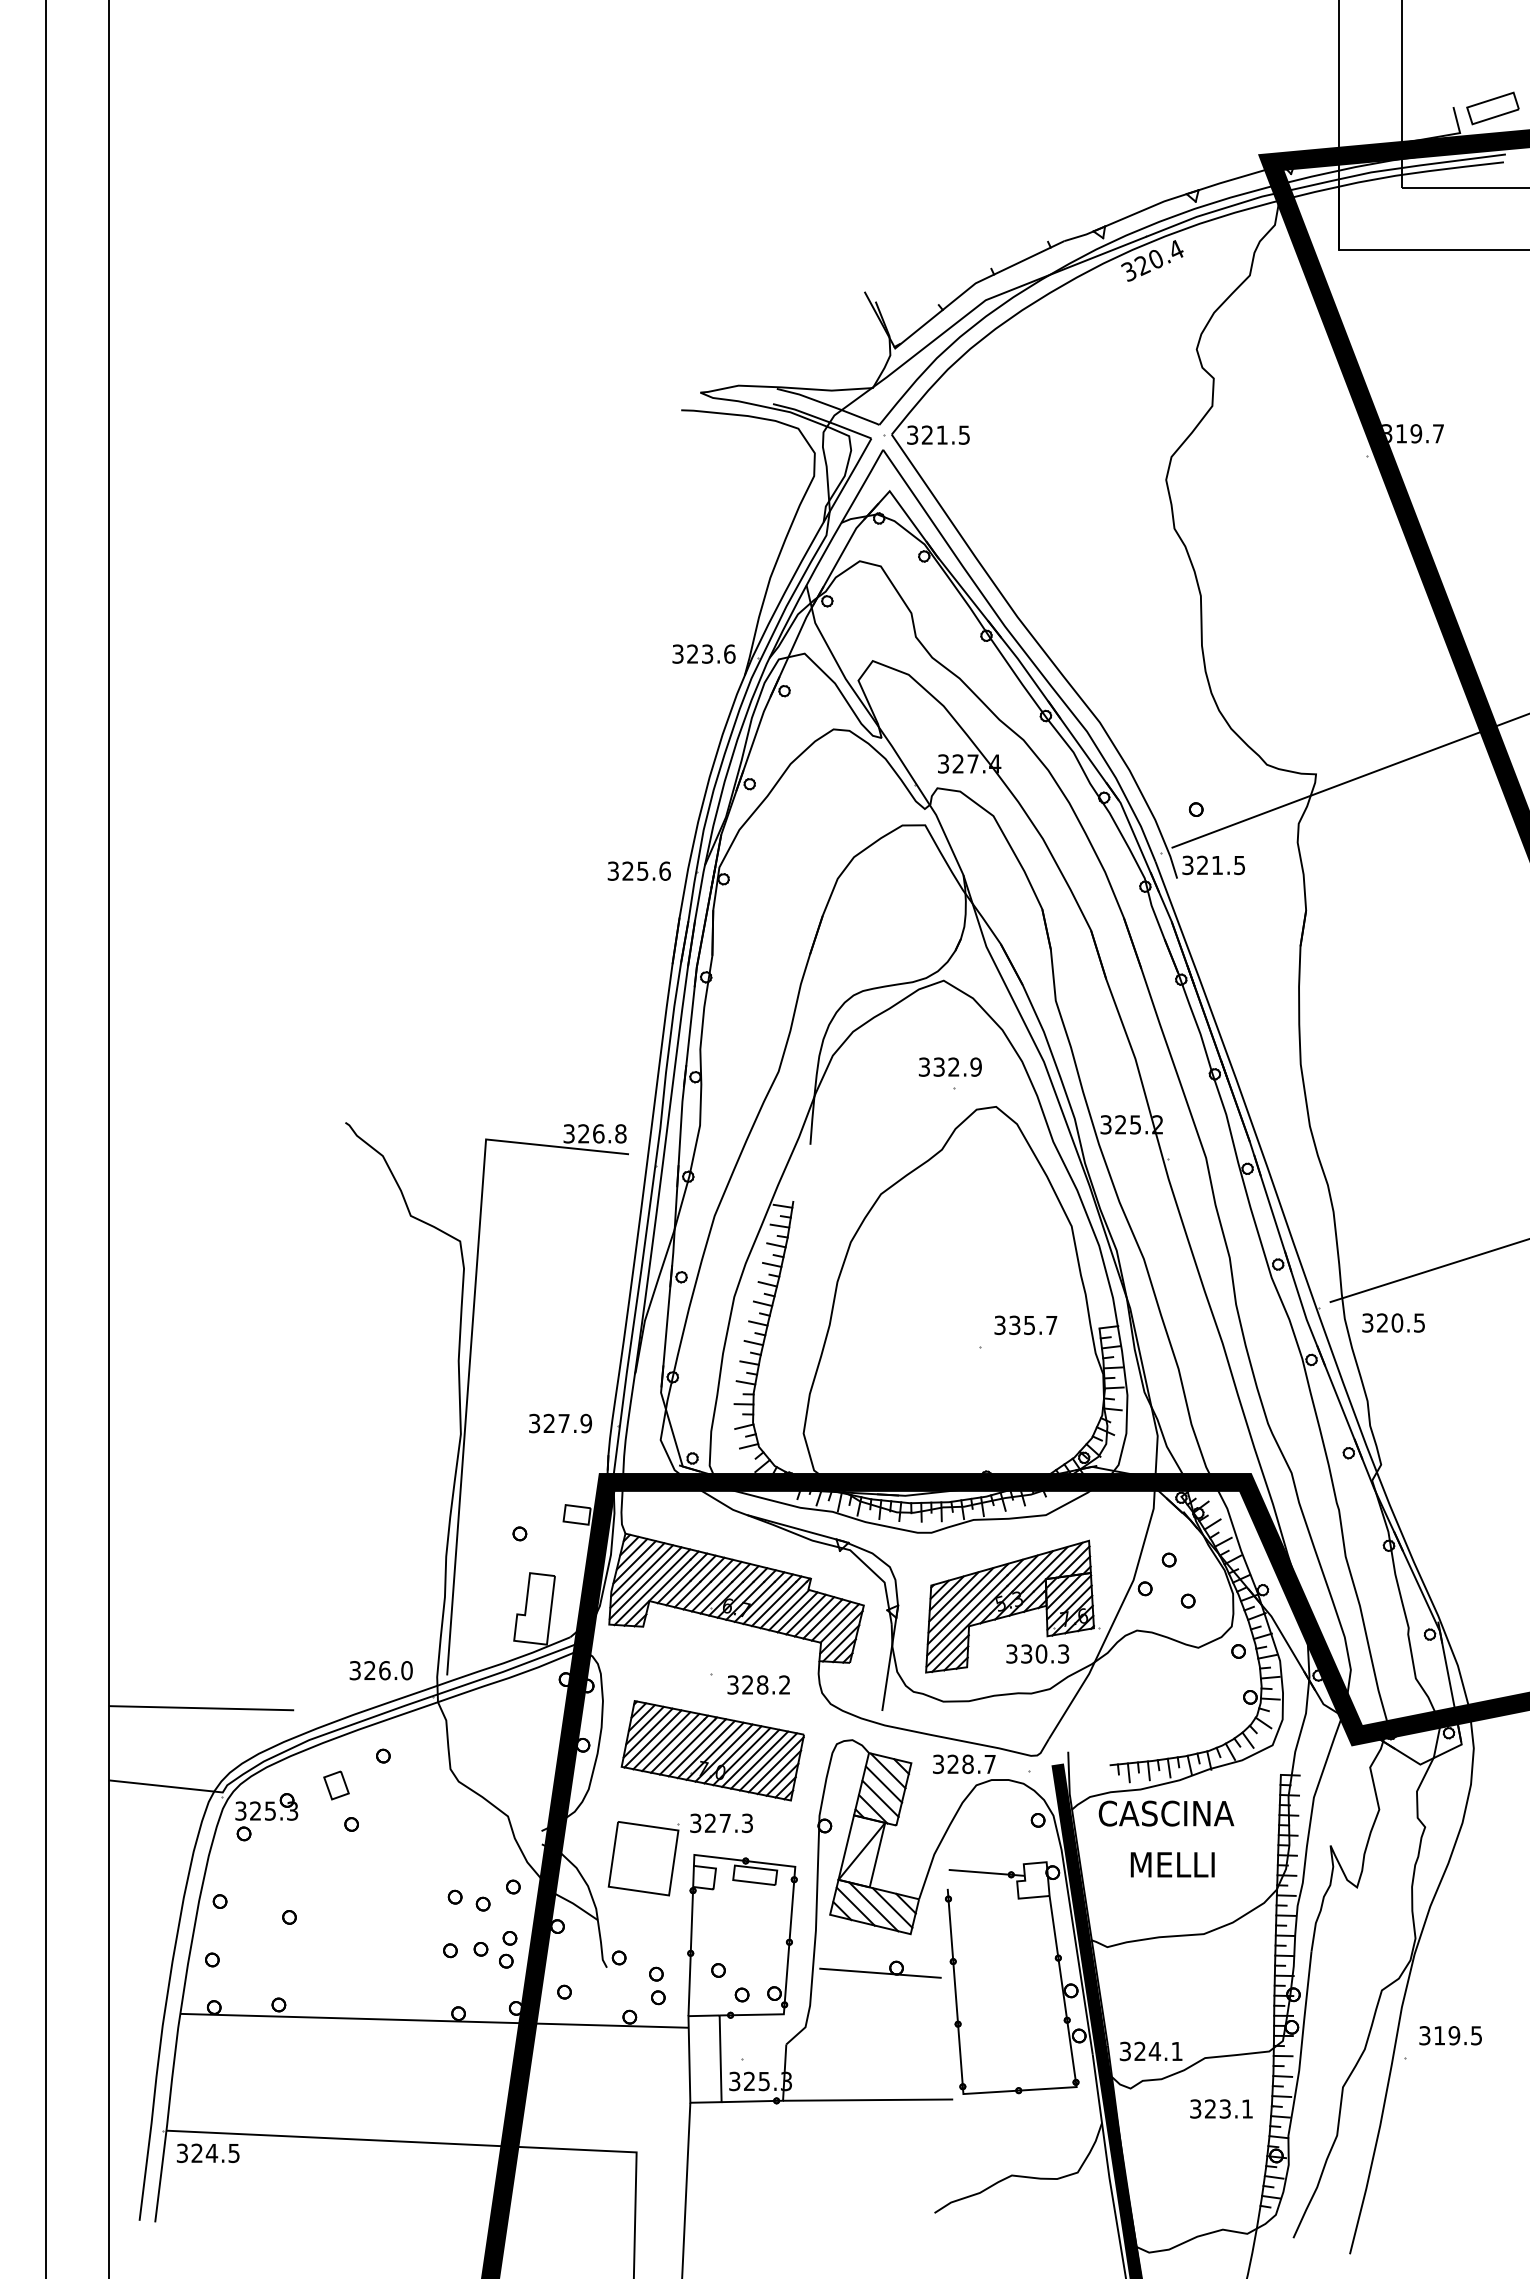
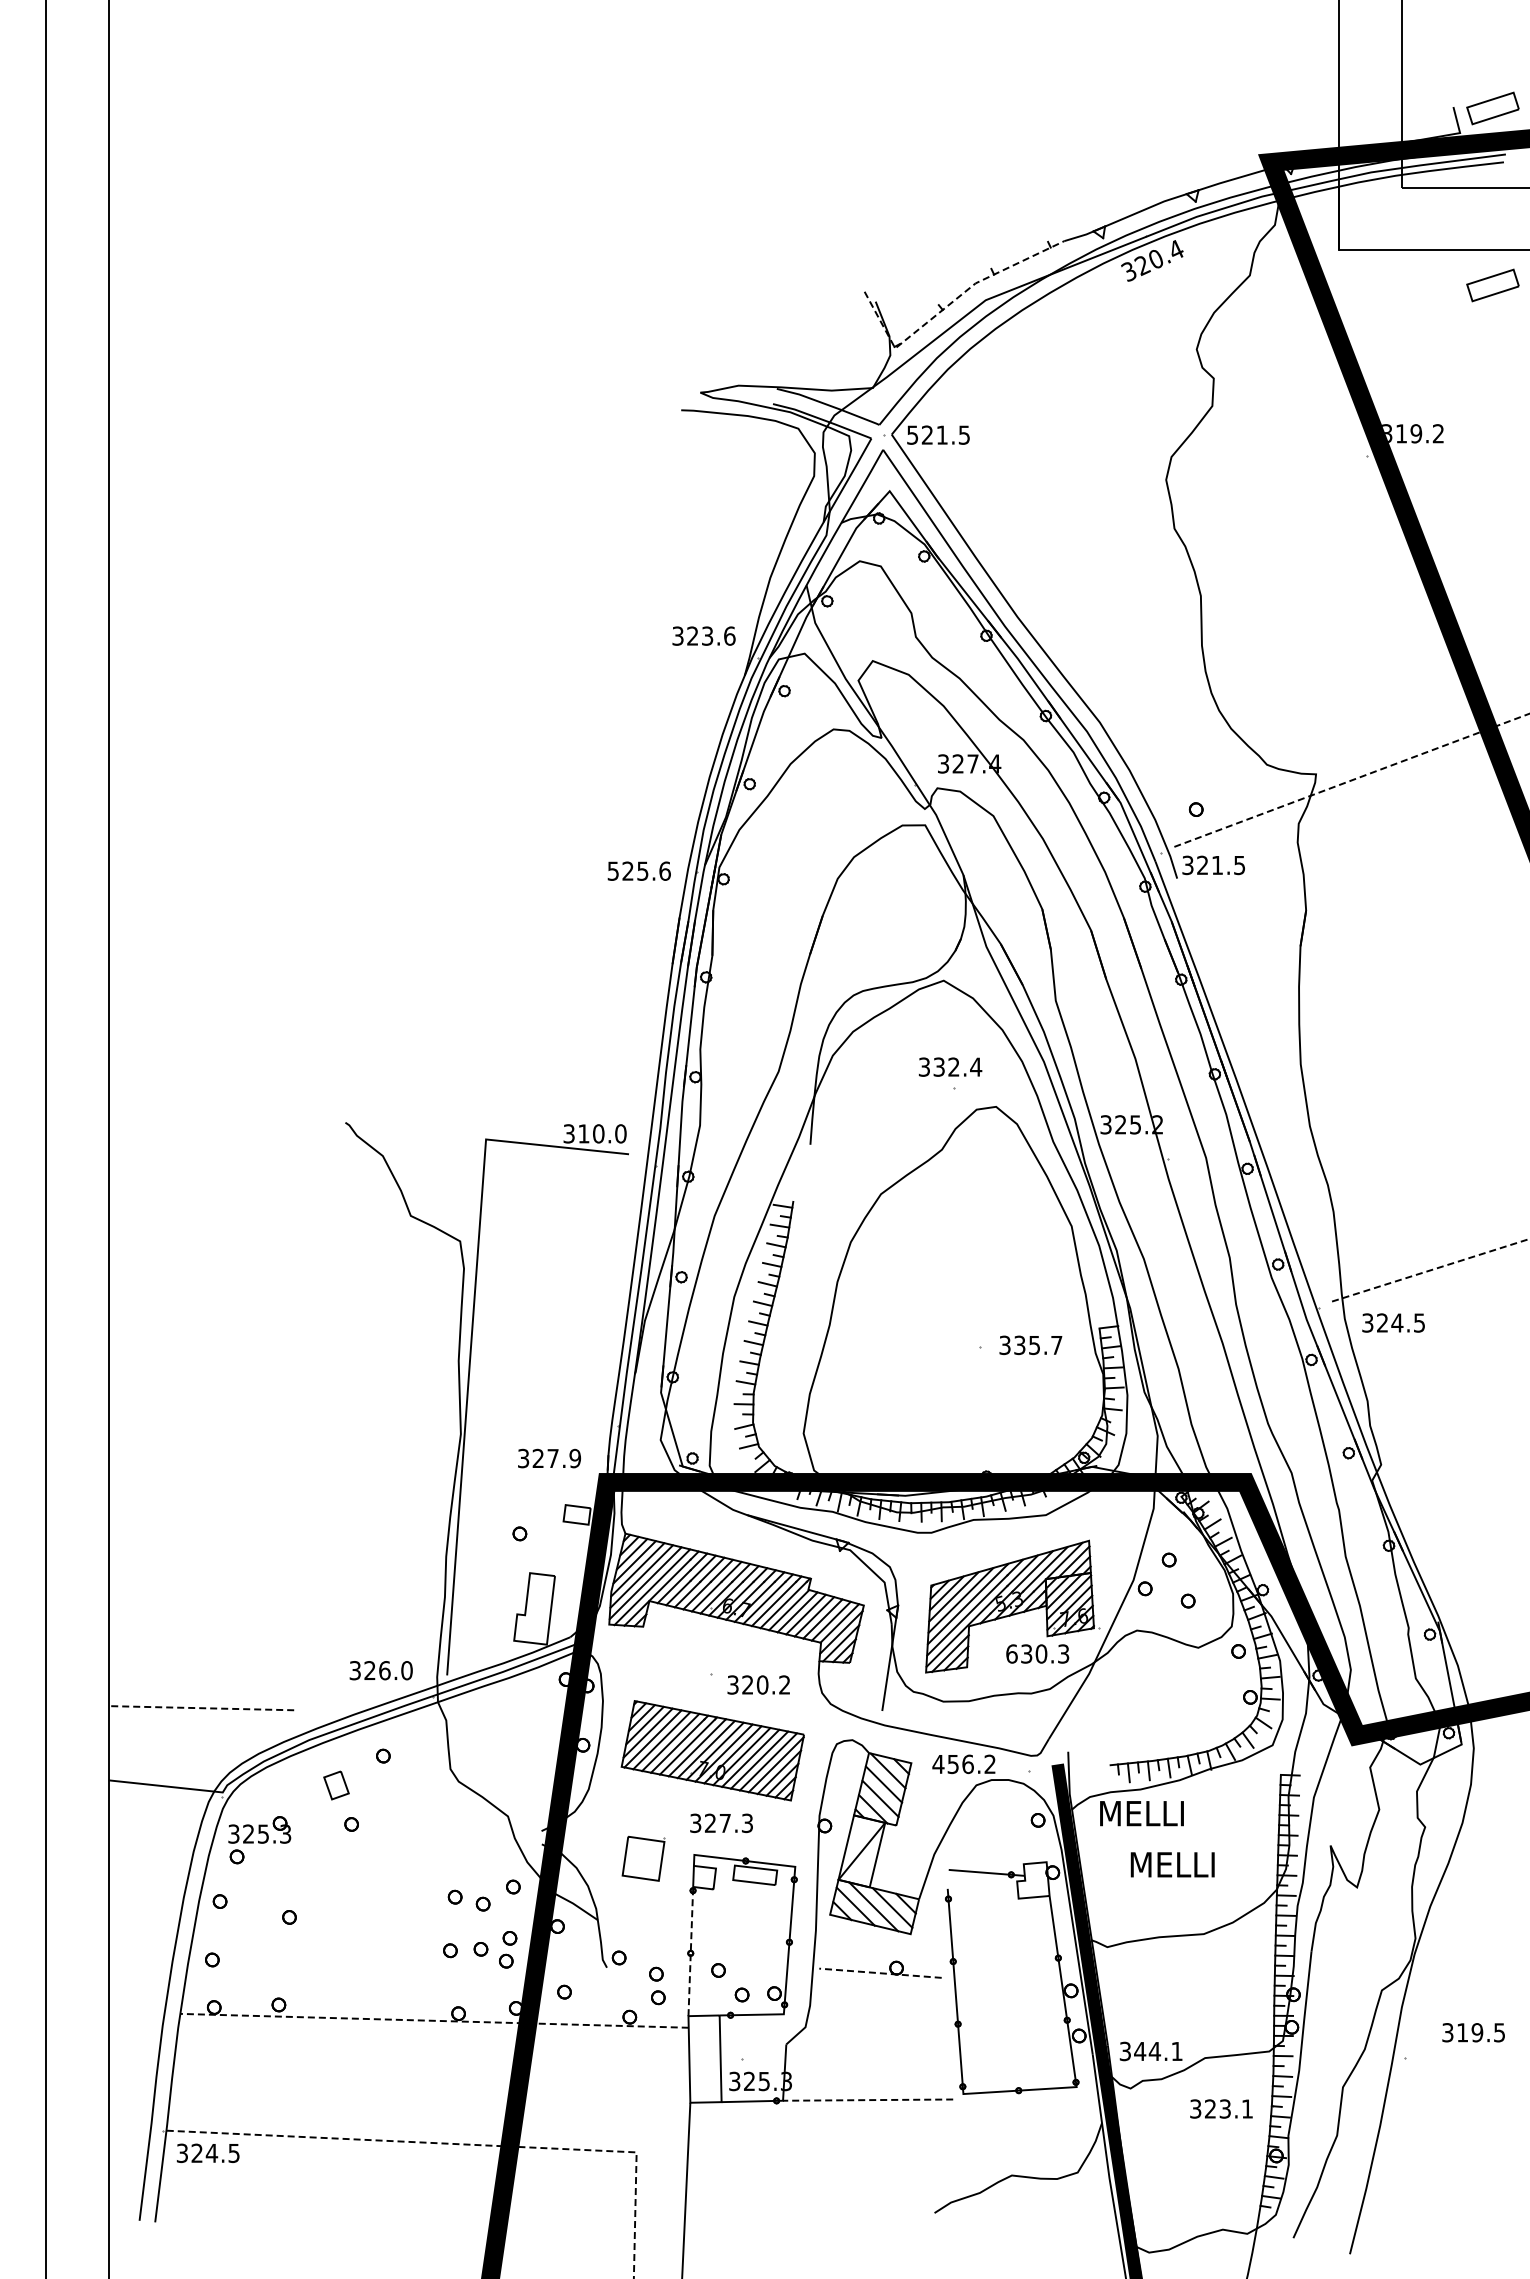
part at (1492, 285): none -> present
line at (948, 305): solid -> dashed
text at (1437, 433): 319.7 -> 319.2
text at (912, 434): 321.5 -> 521.5
text at (703, 653) position: (703, 653) -> (703, 635)
line at (1350, 780): solid -> dashed
text at (613, 870): 325.6 -> 525.6
text at (976, 1066): 332.9 -> 332.4
text at (602, 1133): 326.8 -> 310.0
line at (1429, 1270): solid -> dashed
text at (1397, 1322): 320.5 -> 324.5
text at (1025, 1325) position: (1025, 1325) -> (1030, 1345)
text at (560, 1423) position: (560, 1423) -> (549, 1458)
text at (1011, 1653): 330.3 -> 630.3
text at (762, 1684): 328.2 -> 320.2
line at (201, 1708): solid -> dashed
text at (963, 1764): 328.7 -> 456.2
text at (1166, 1813): CASCINA -> MELLI
part at (266, 1817) position: (266, 1817) -> (259, 1840)
part at (643, 1858) size: 73x76 px -> 45x47 px
line at (690, 1951): solid -> dashed
line at (879, 1973): solid -> dashed
line at (434, 2020): solid -> dashed
text at (1450, 2035) position: (1450, 2035) -> (1473, 2032)
text at (1140, 2050): 324.1 -> 344.1
line at (867, 2100): solid -> dashed
line at (464, 2144): solid -> dashed
